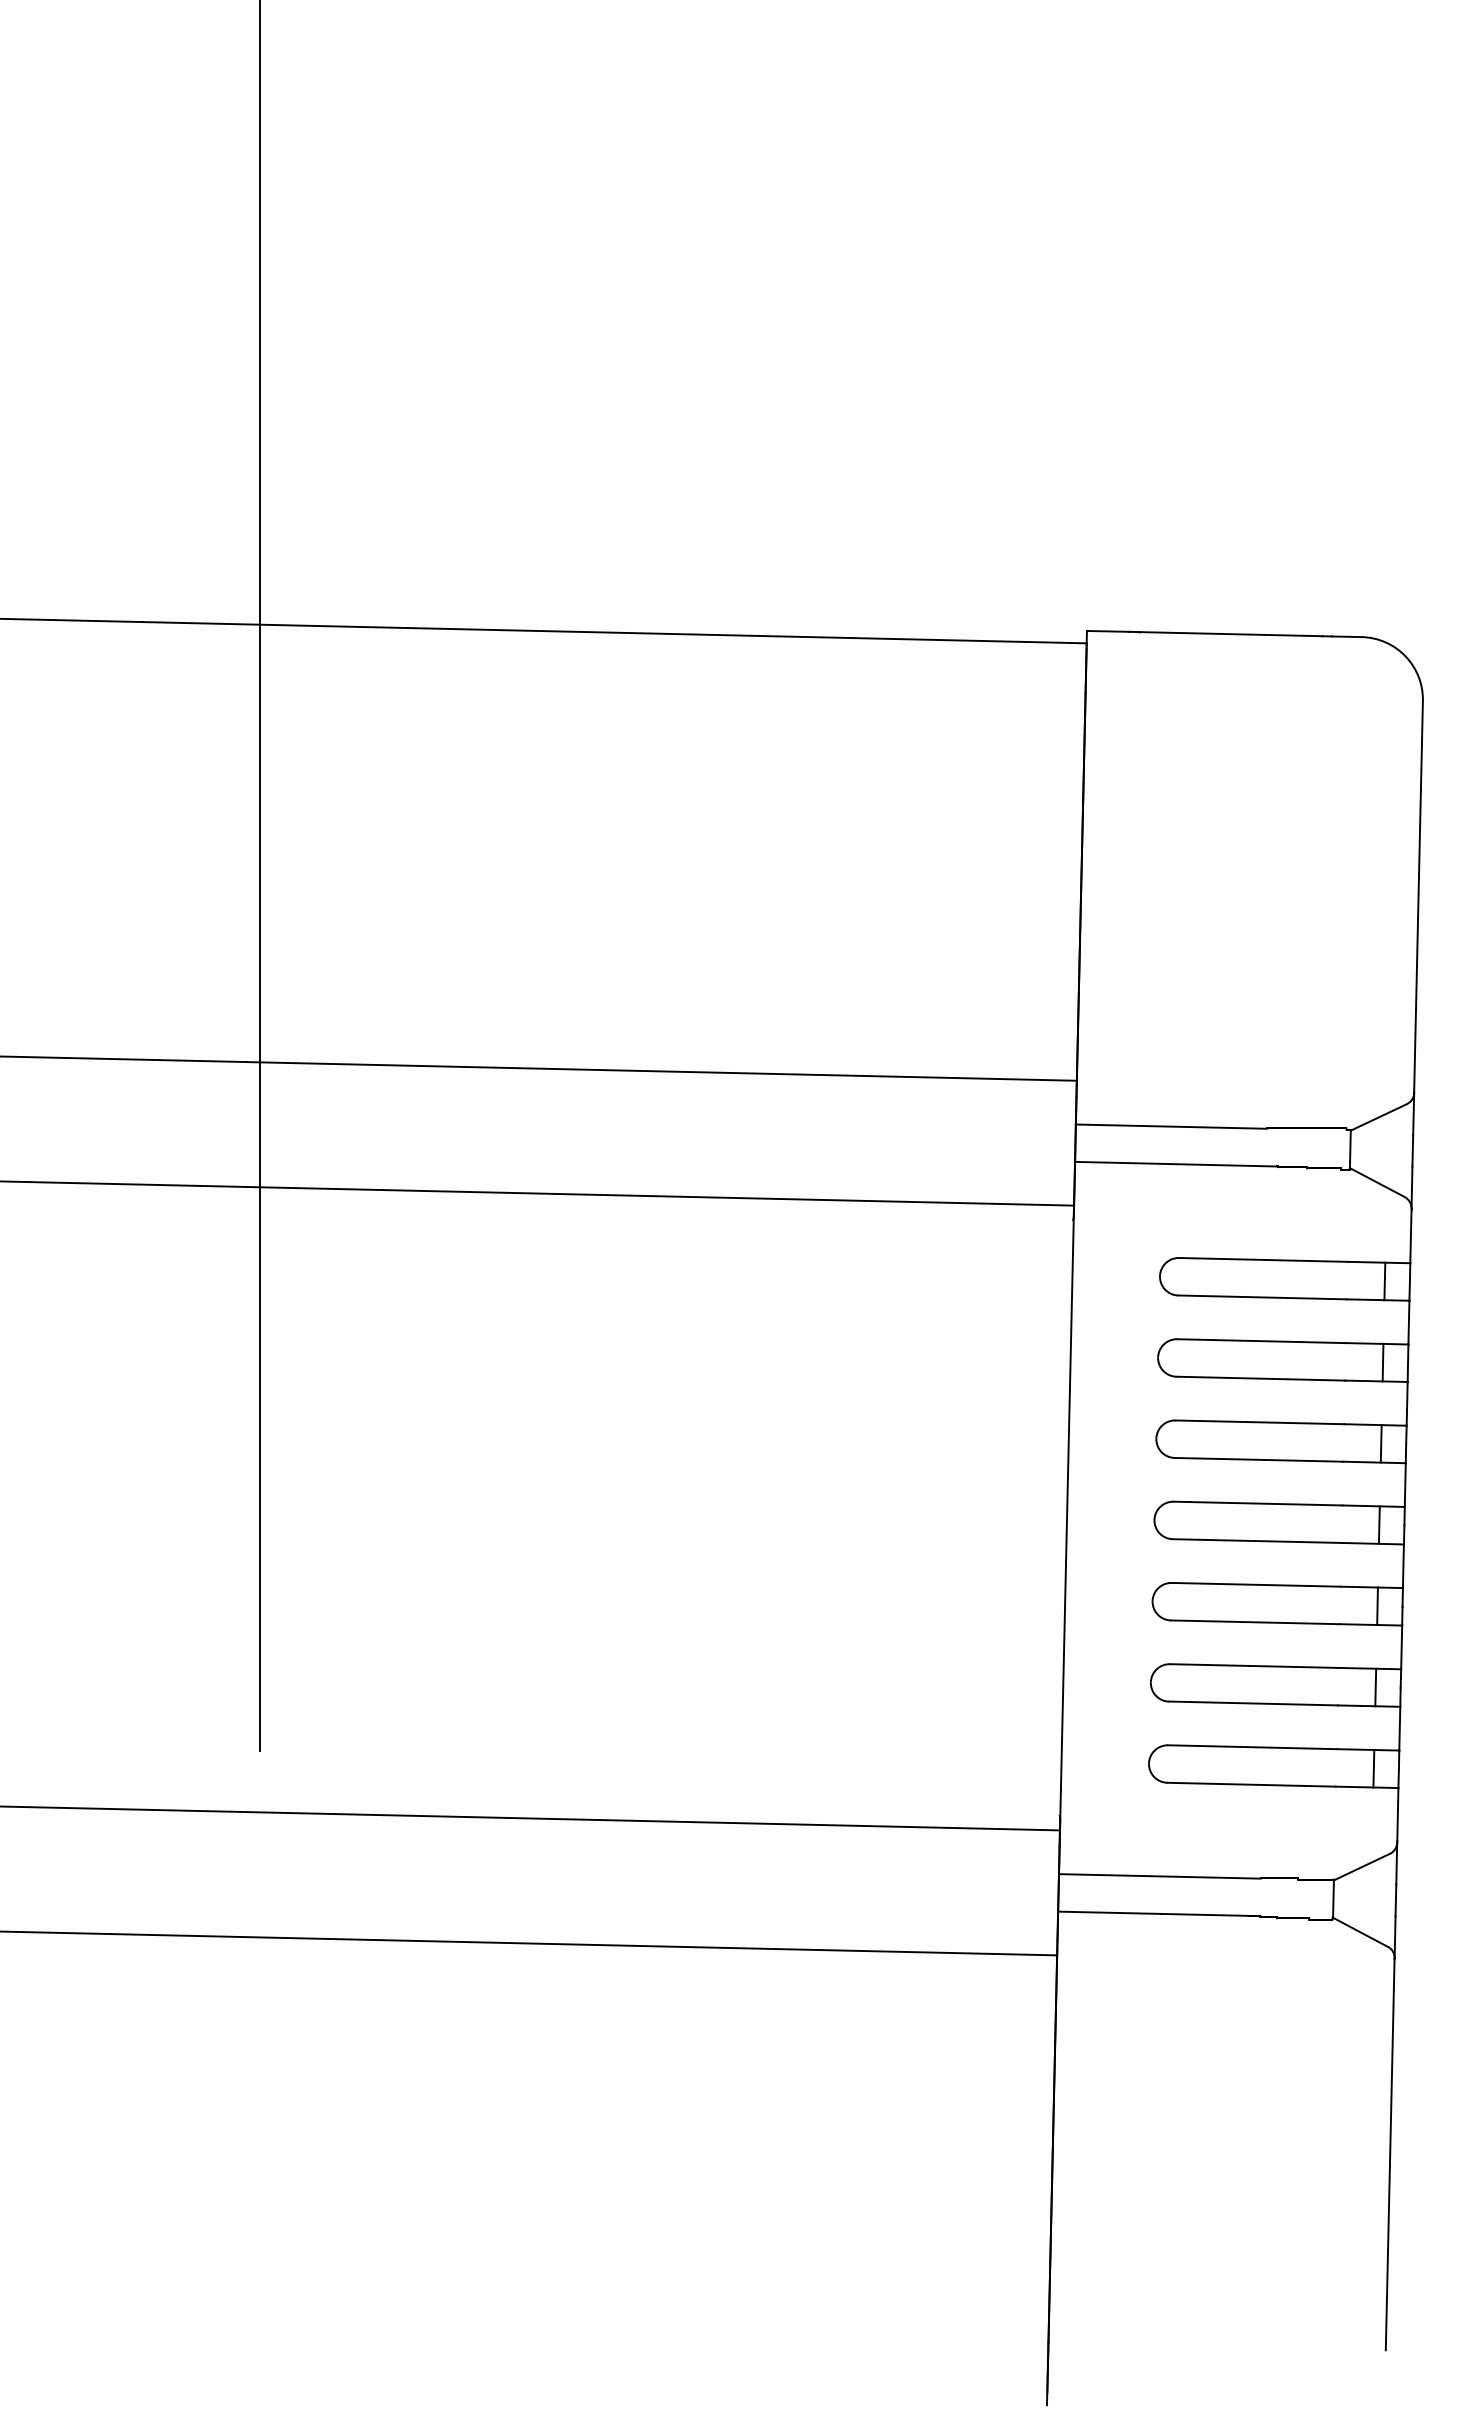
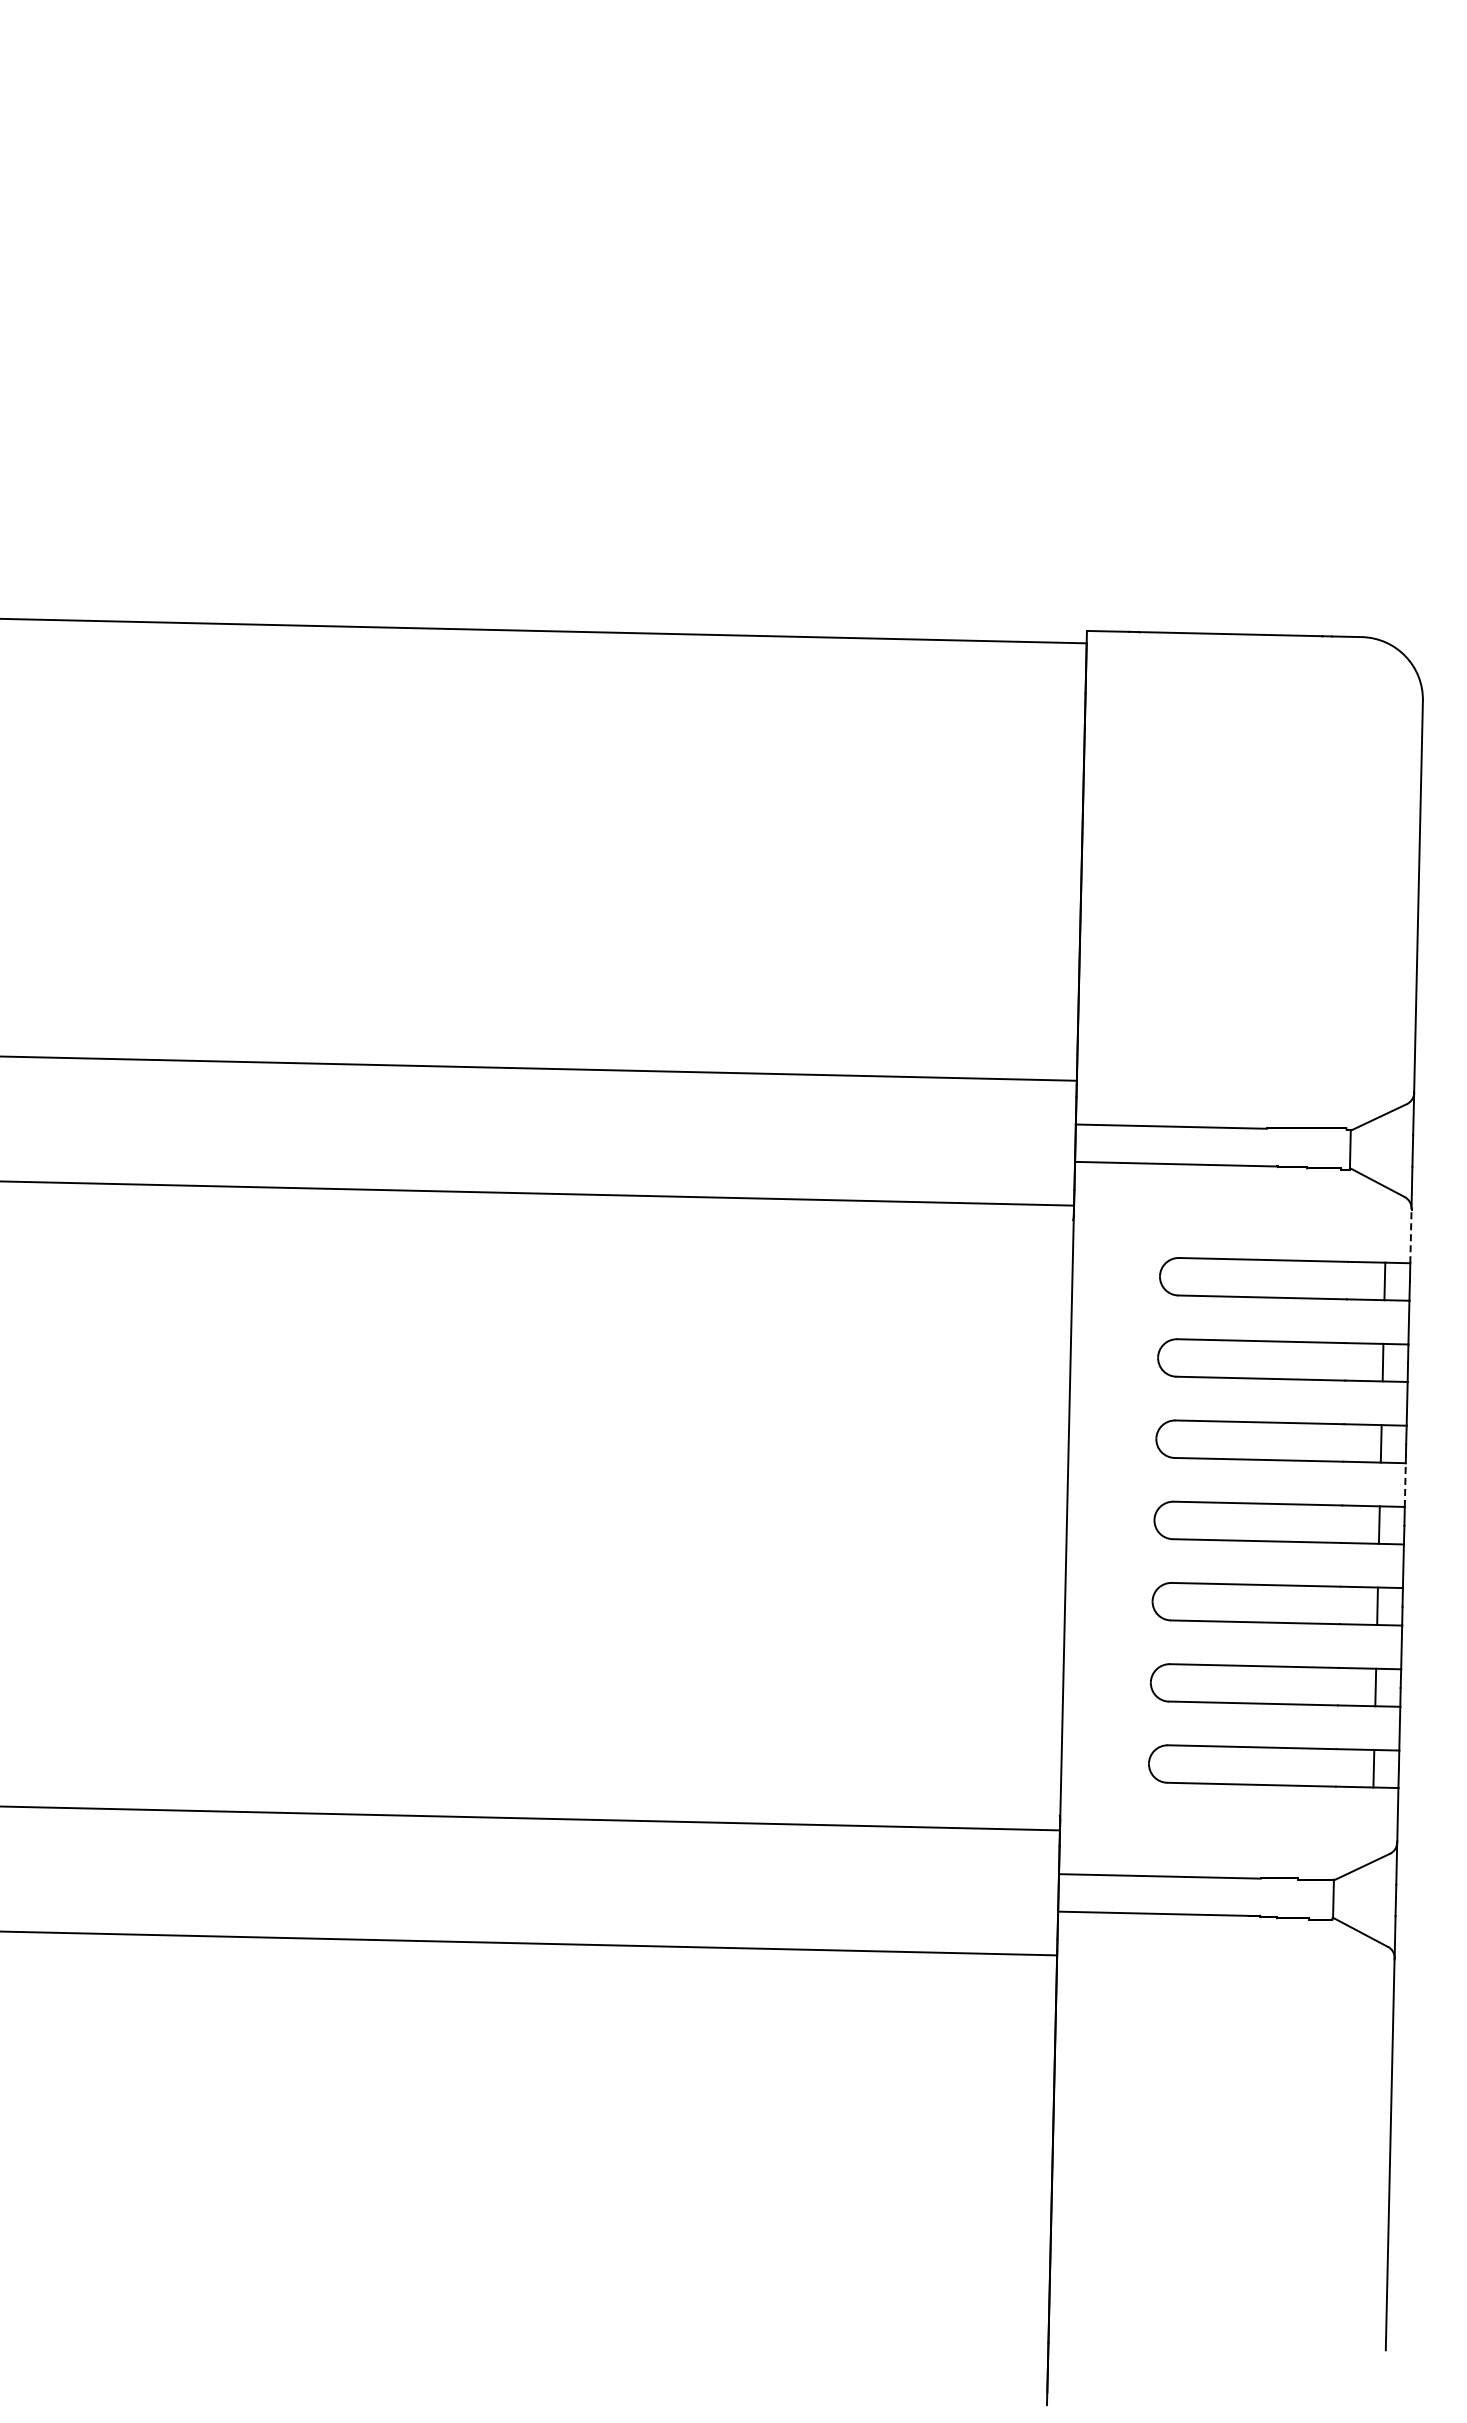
line at (260, 876): present -> none
line at (1410, 1236): solid -> dashed
line at (1405, 1485): solid -> dashed
